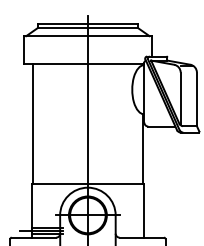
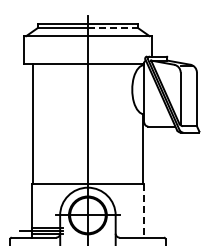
line at (113, 28): solid -> dashed
line at (144, 210): solid -> dashed
